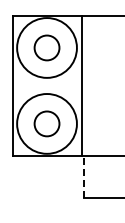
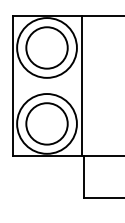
circle at (46, 47) diameter: 25 px -> 41 px
circle at (46, 123) diameter: 25 px -> 41 px
line at (83, 176): dashed -> solid
